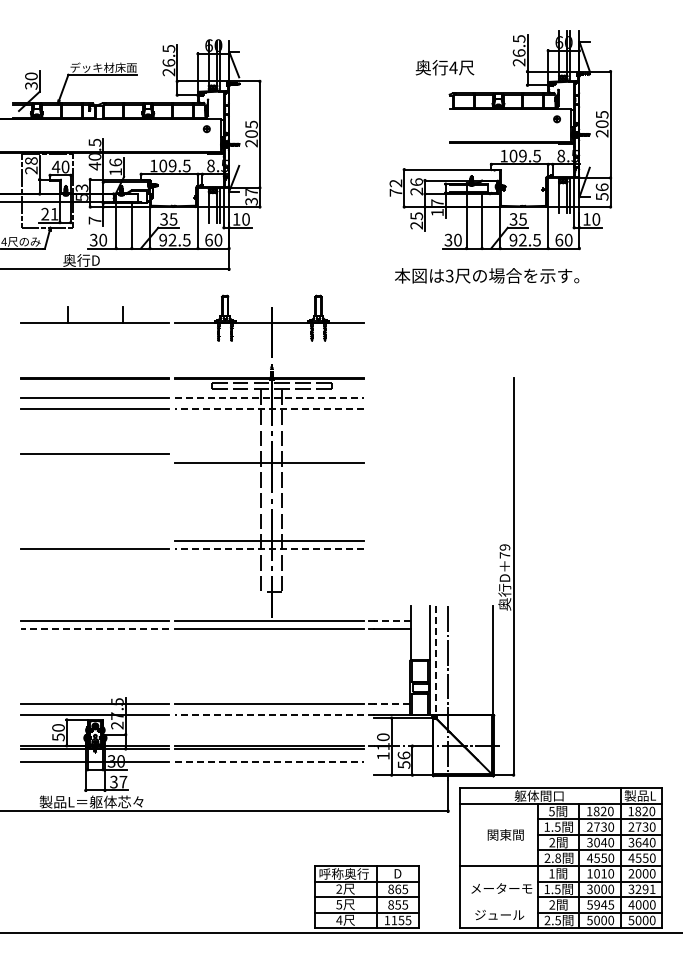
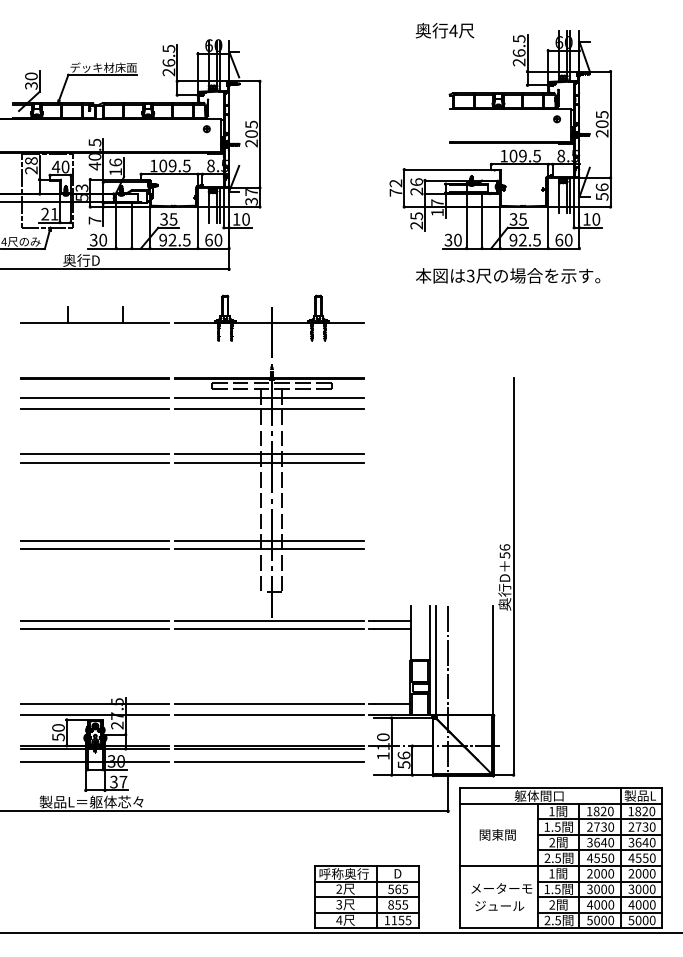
text at (444, 67) position: (444, 67) -> (444, 30)
text at (487, 275) position: (487, 275) -> (508, 275)
line at (269, 397): dashed -> solid
line at (269, 408): dashed -> solid
line at (268, 454): none -> present
line at (95, 462): none -> present
line at (95, 540): none -> present
line at (269, 549): dashed -> solid
text at (504, 551): 79 -> 56
line at (392, 620): dashed -> solid
line at (95, 629): dashed -> solid
line at (435, 660): dashed -> solid
line at (391, 704): dashed -> solid
line at (269, 714): dashed -> solid
line at (269, 761): dashed -> solid
text at (551, 811): 5 -> 1
text at (505, 834) position: (505, 834) -> (497, 834)
text at (596, 842): 3040 -> 3640
text at (557, 857): 2.8 -> 2.5
text at (596, 873): 1010 -> 2000
text at (390, 888): 865 -> 565
text at (645, 889): 3291 -> 3000
text at (338, 904): 5 -> 3
text at (600, 904): 5945 -> 4000
text at (499, 915) position: (499, 915) -> (499, 906)
